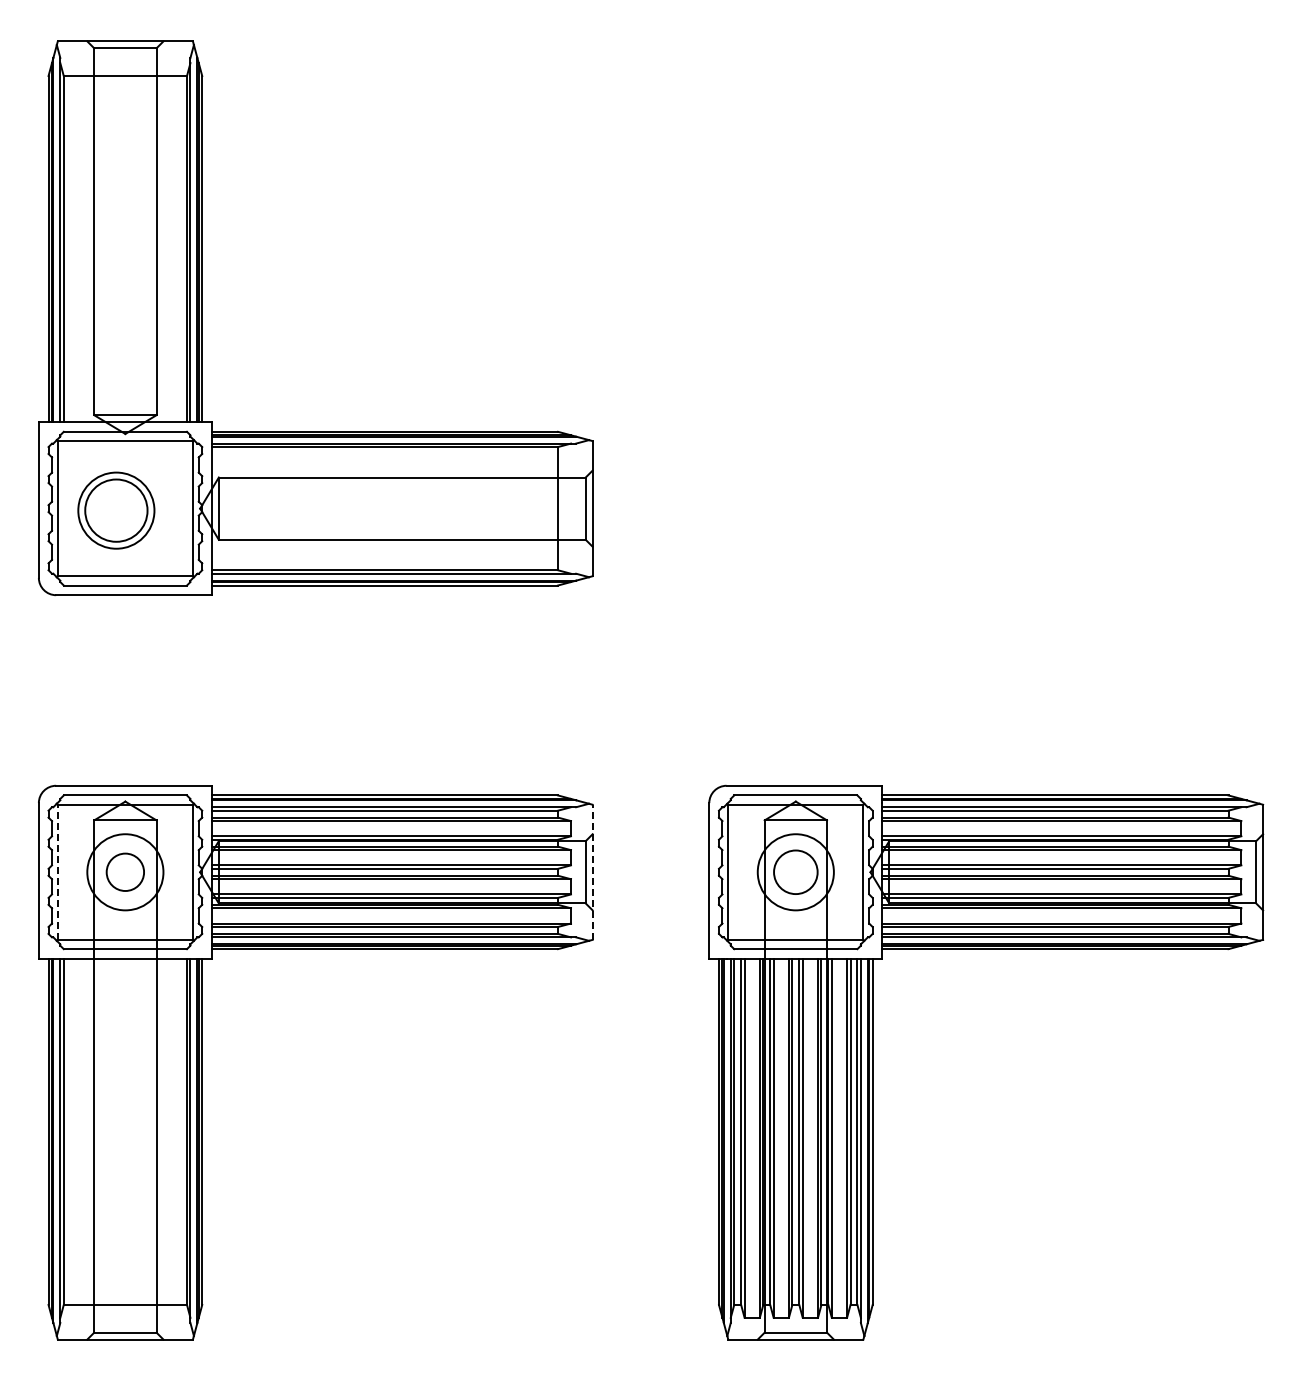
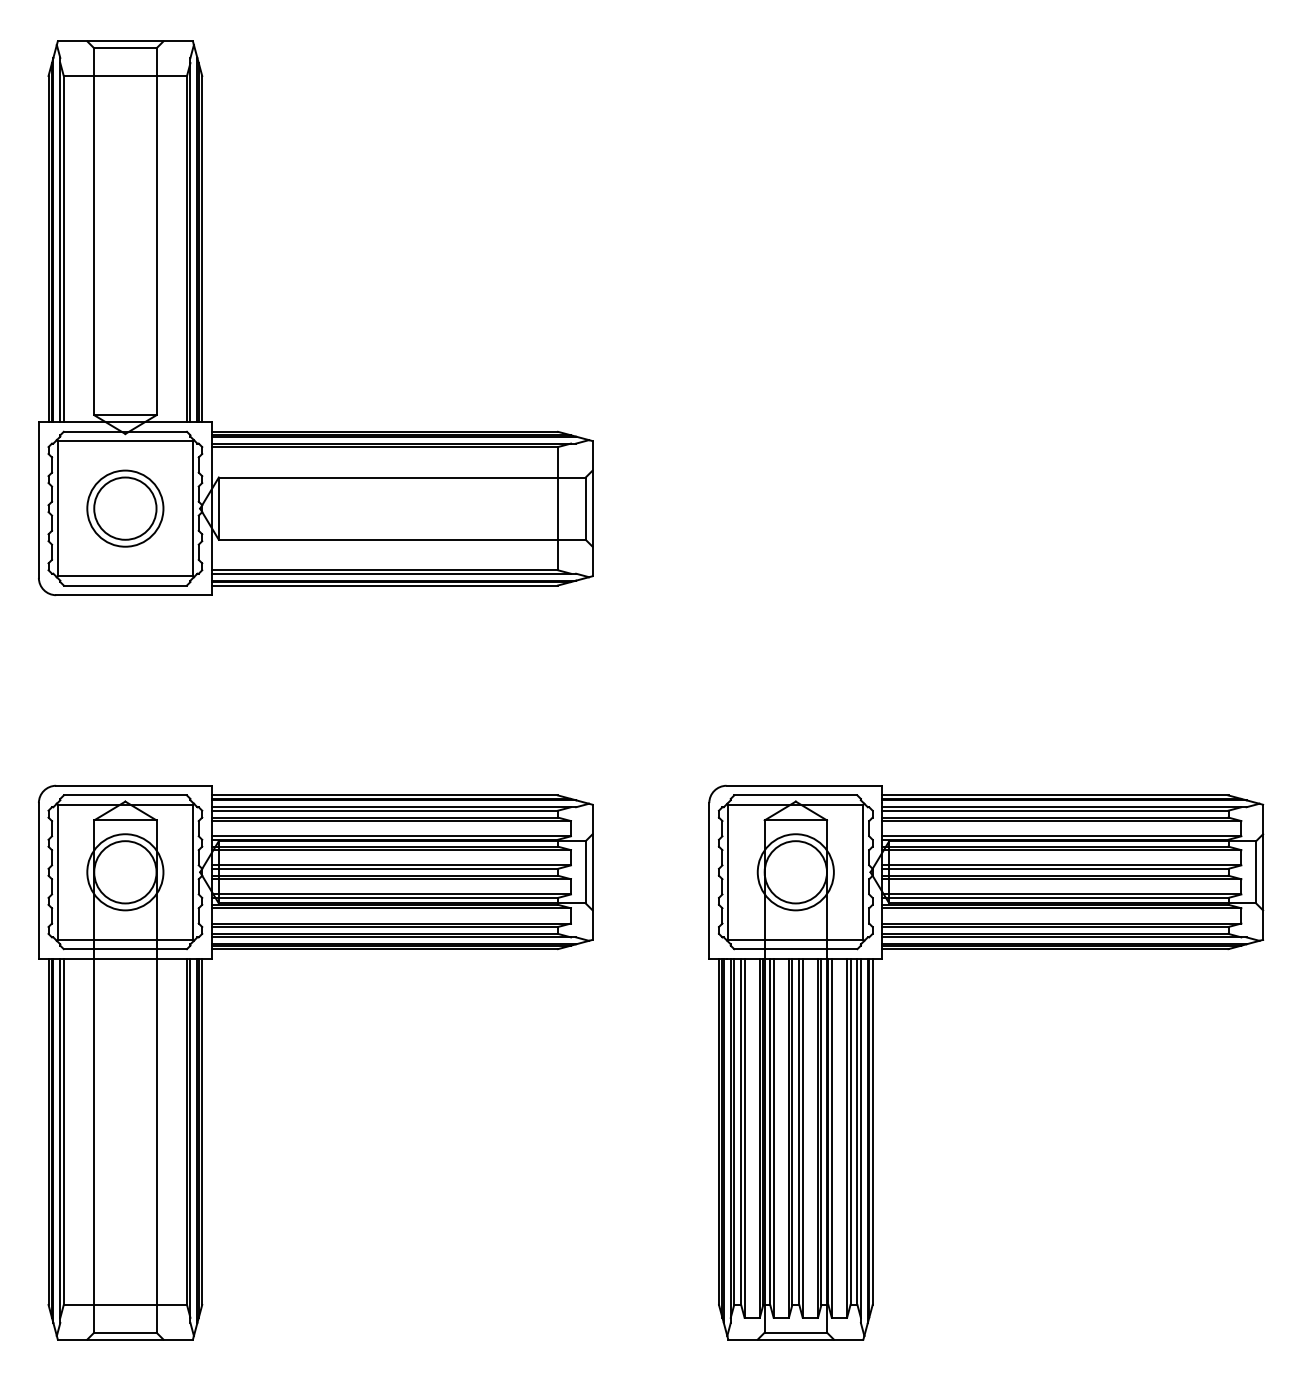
part at (116, 510) position: (116, 510) -> (125, 508)
line at (57, 872): dashed -> solid
circle at (125, 872) diameter: 37 px -> 62 px
line at (592, 872): dashed -> solid
circle at (795, 872) diameter: 44 px -> 62 px
